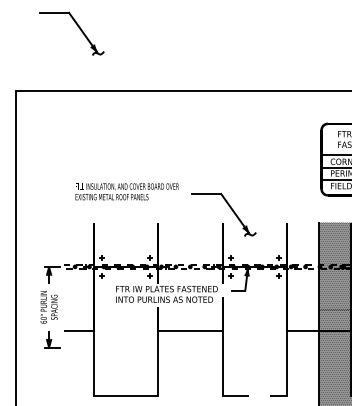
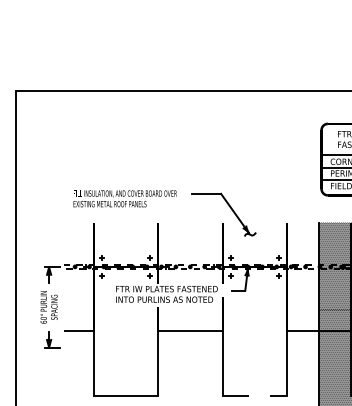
part at (79, 29): present -> none
text at (126, 191) position: (126, 191) -> (124, 198)
